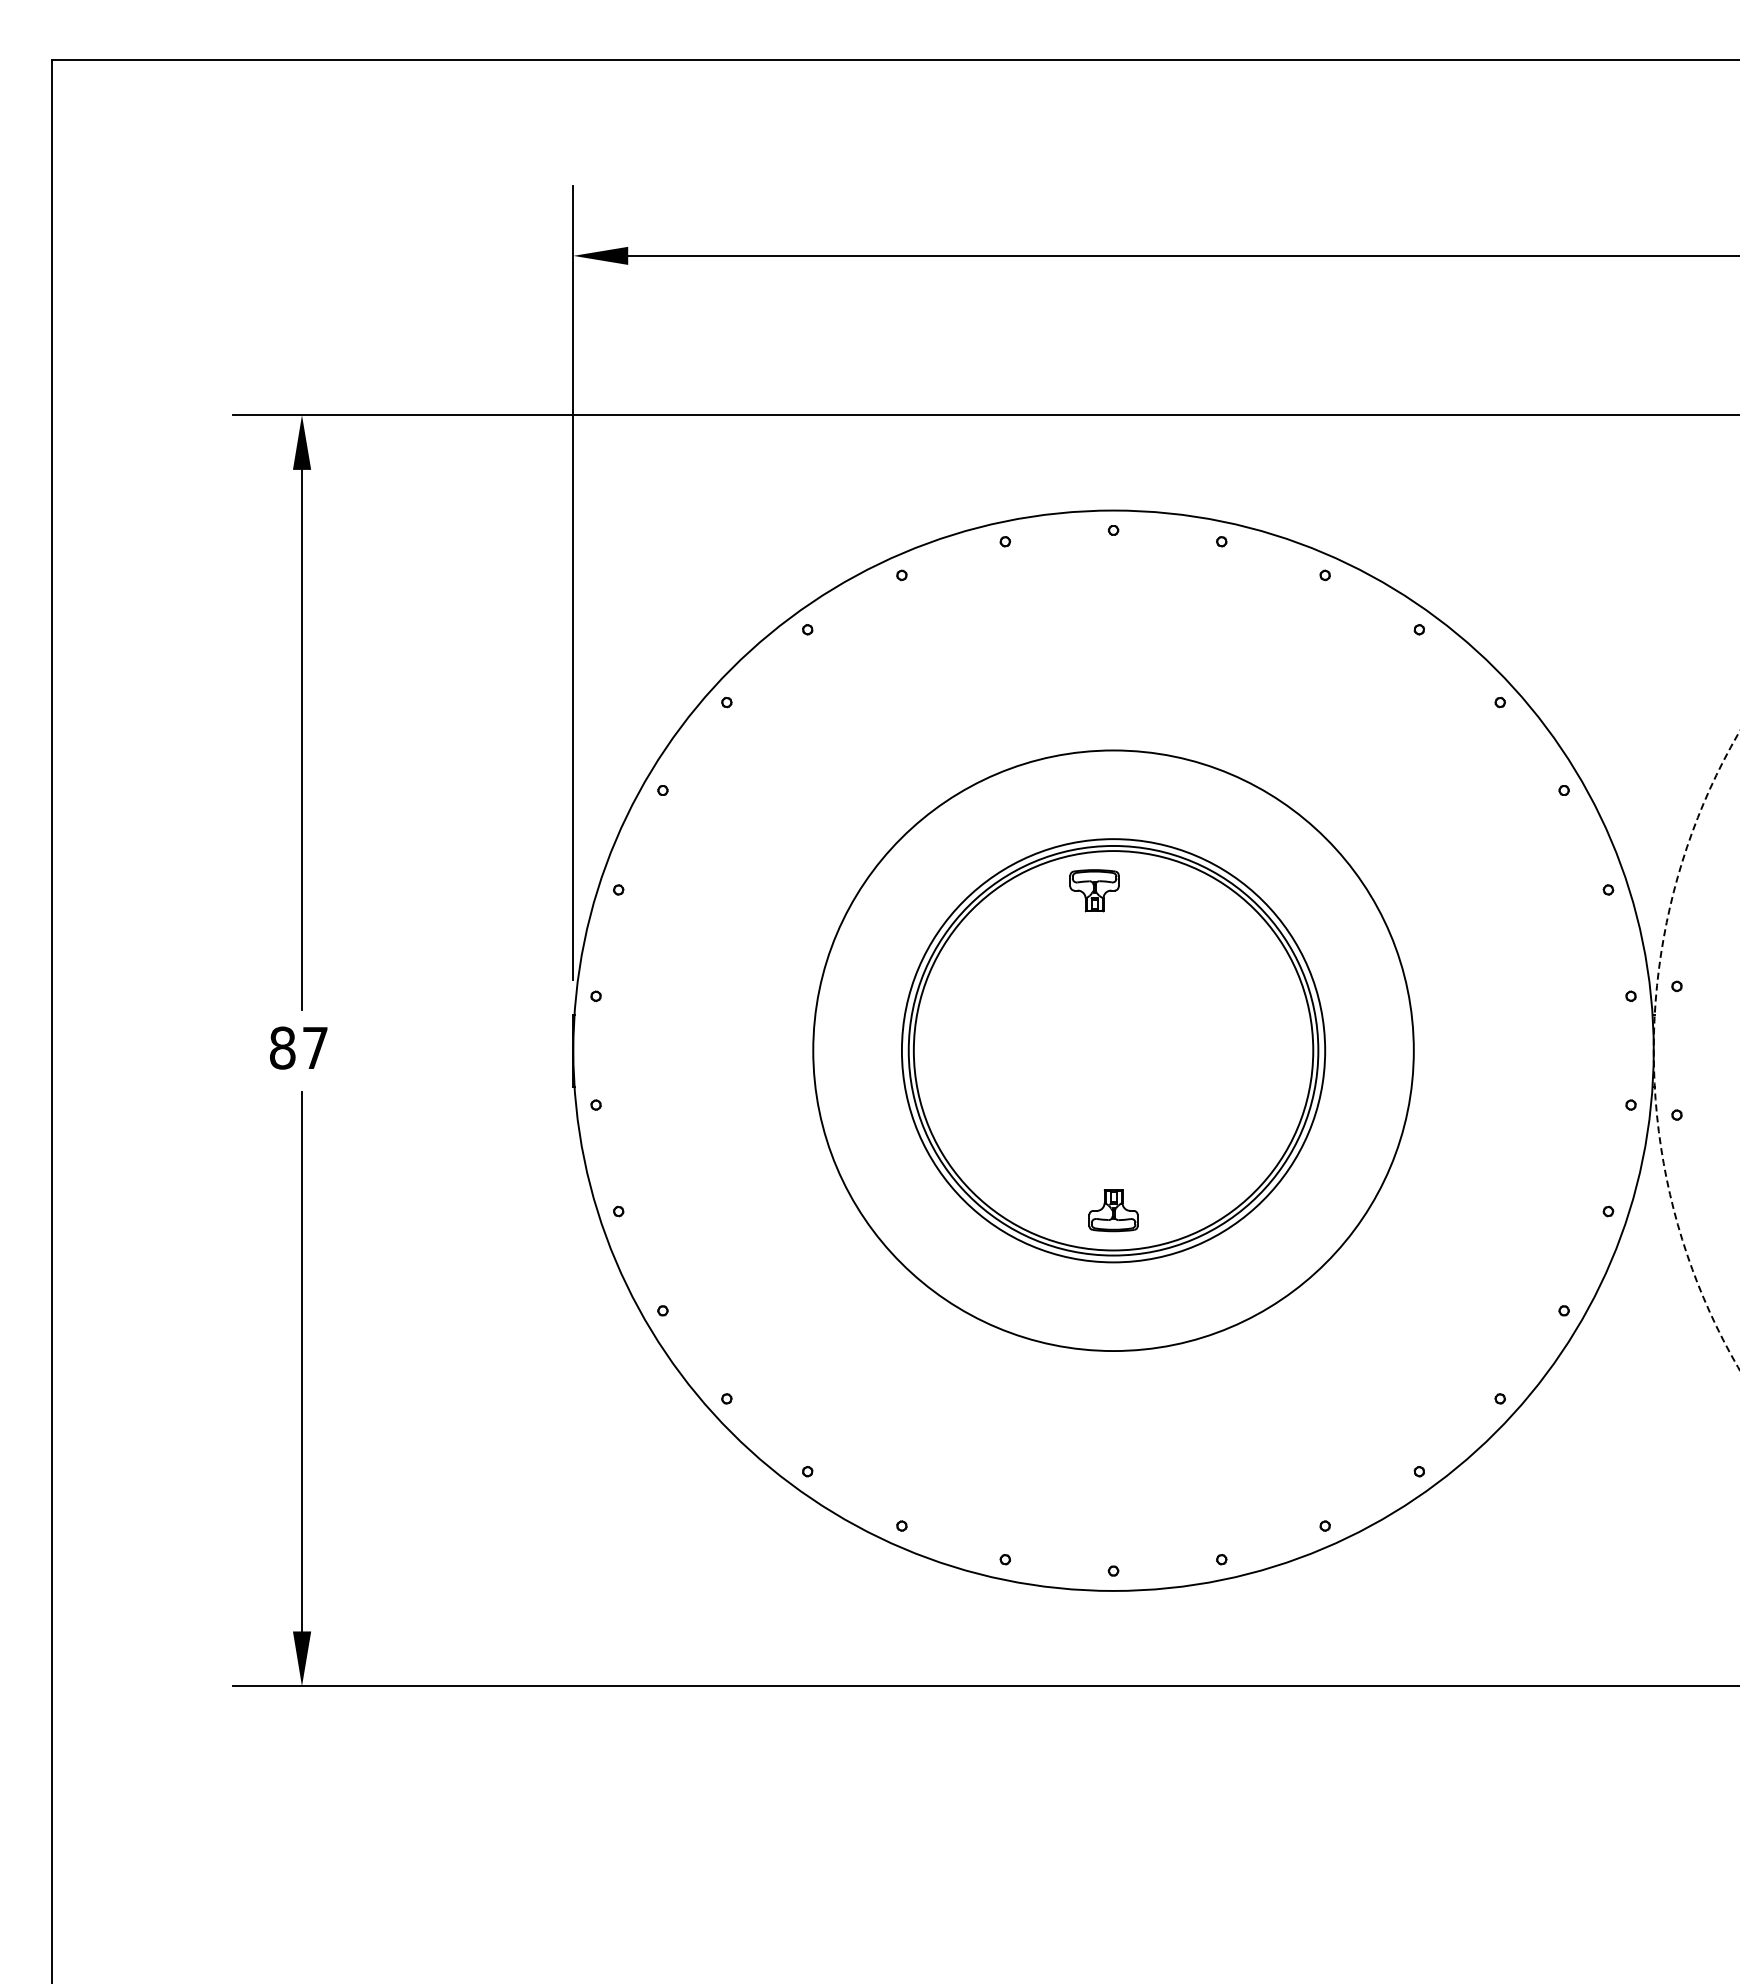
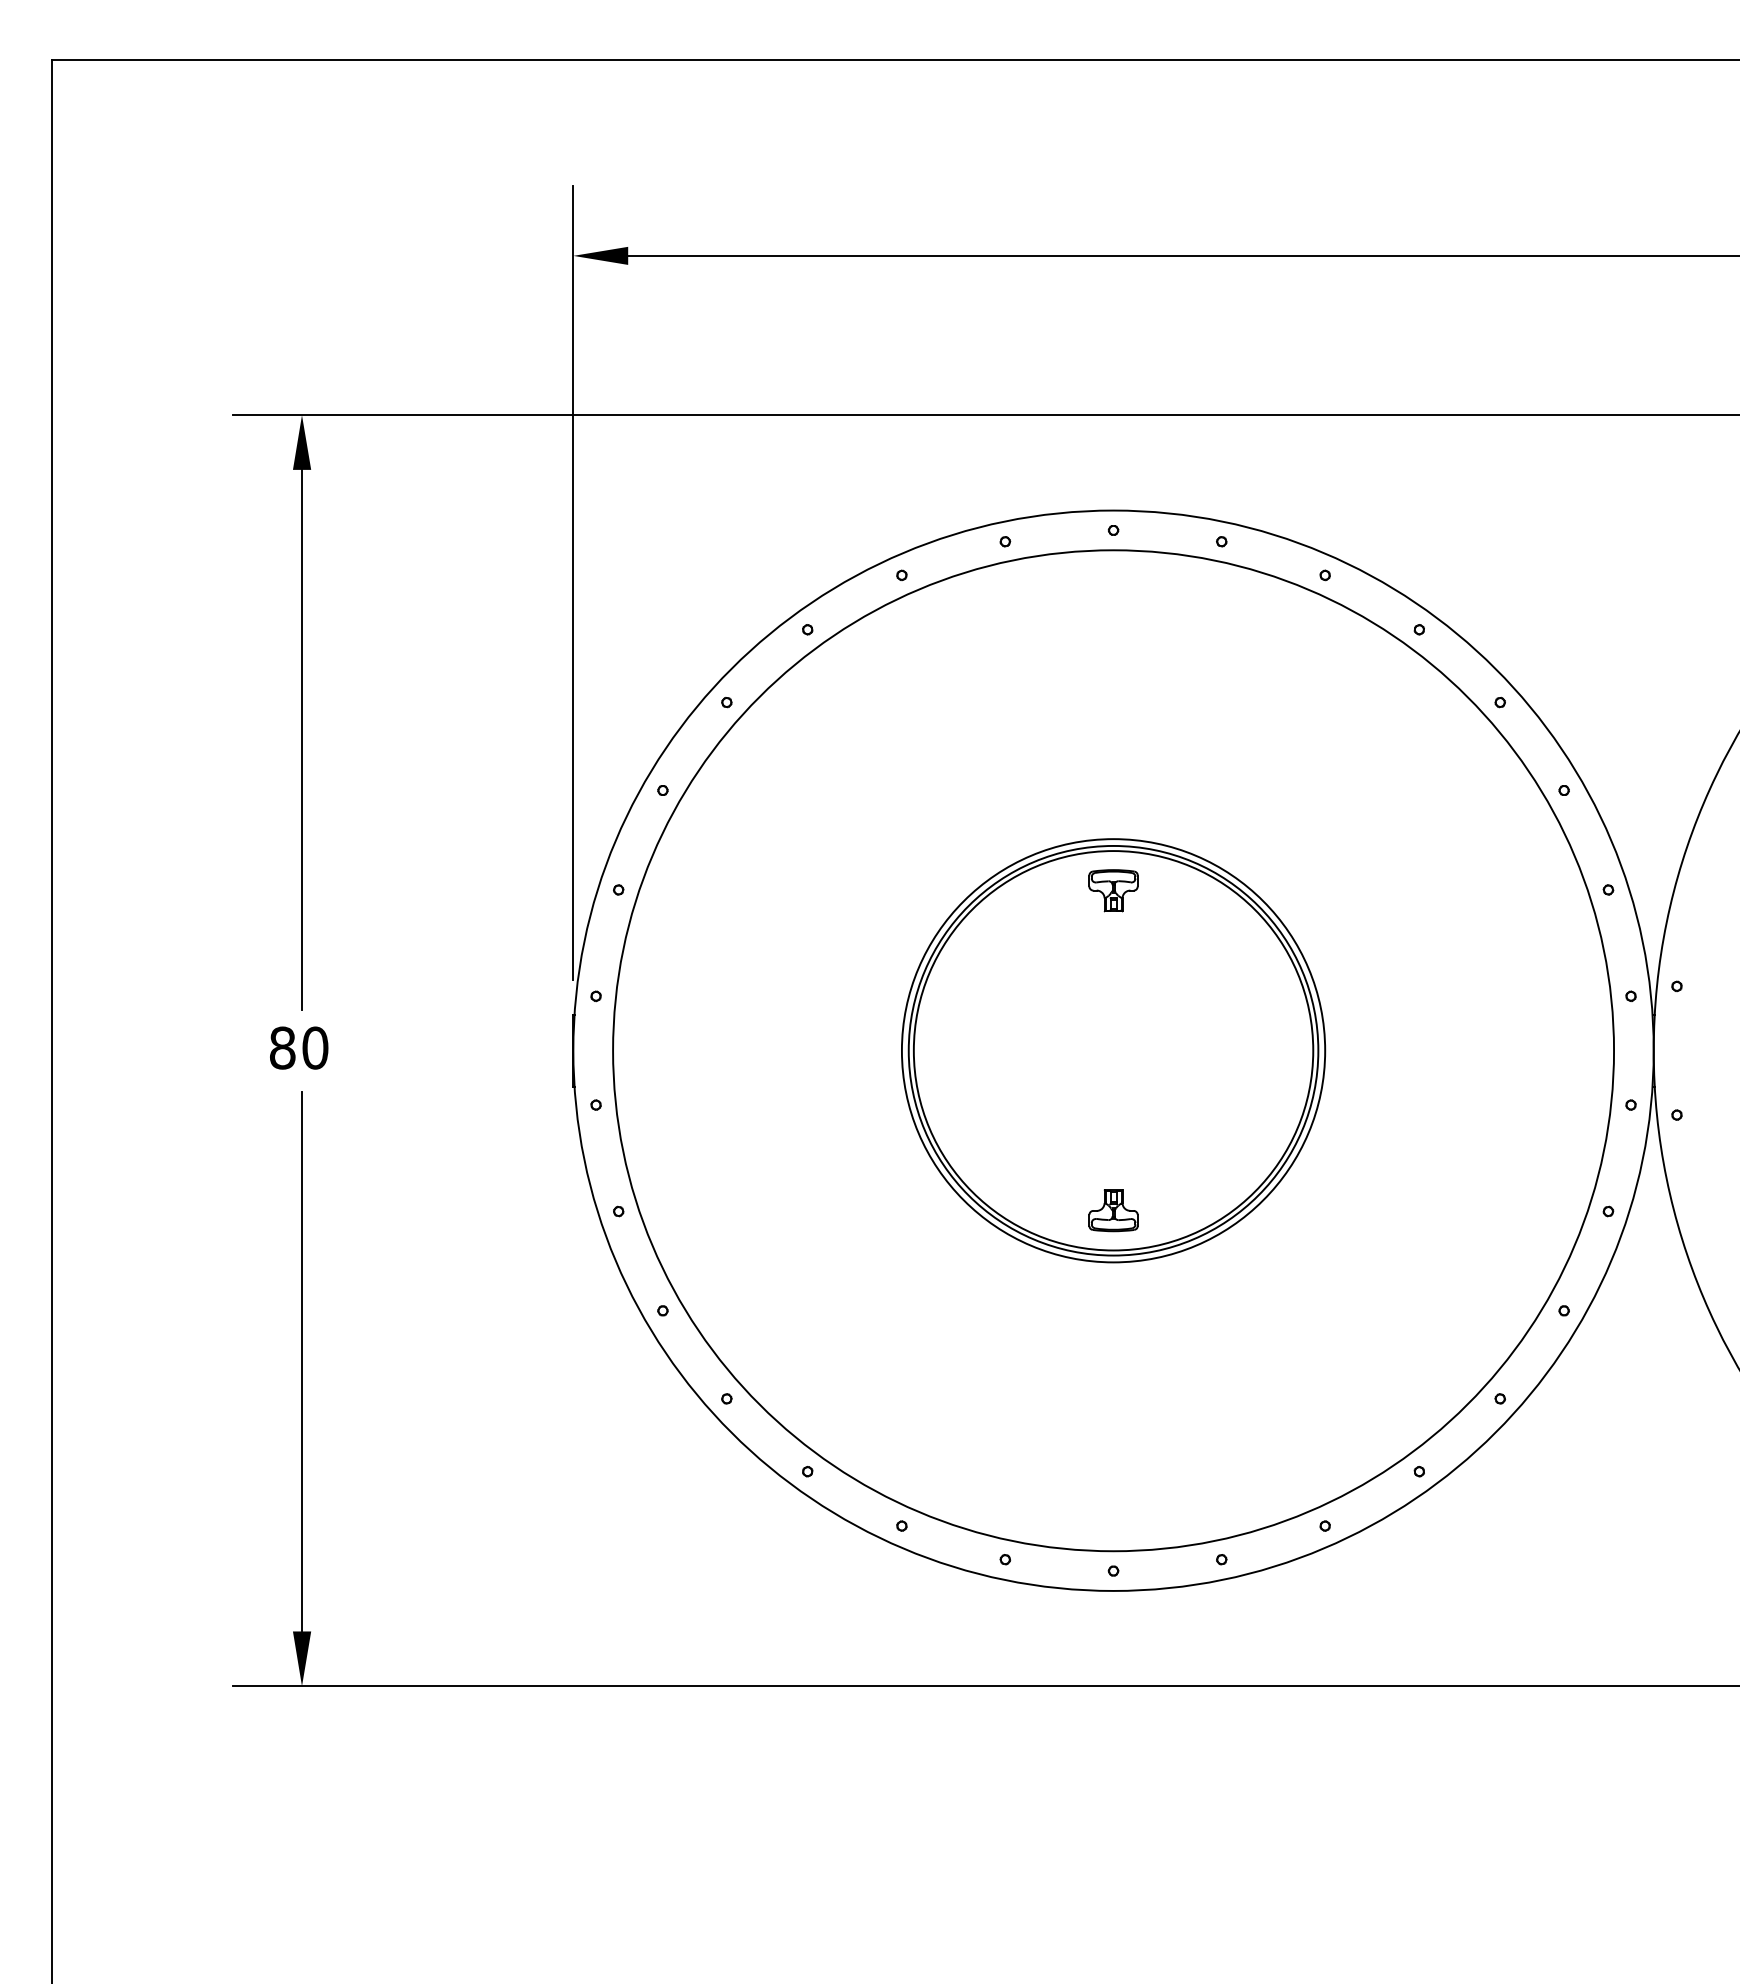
part at (1094, 890) position: (1094, 890) -> (1113, 890)
text at (315, 1047): 87 -> 80
circle at (1113, 1050) diameter: 601 px -> 1001 px
circle at (1696, 1050): dashed -> solid
